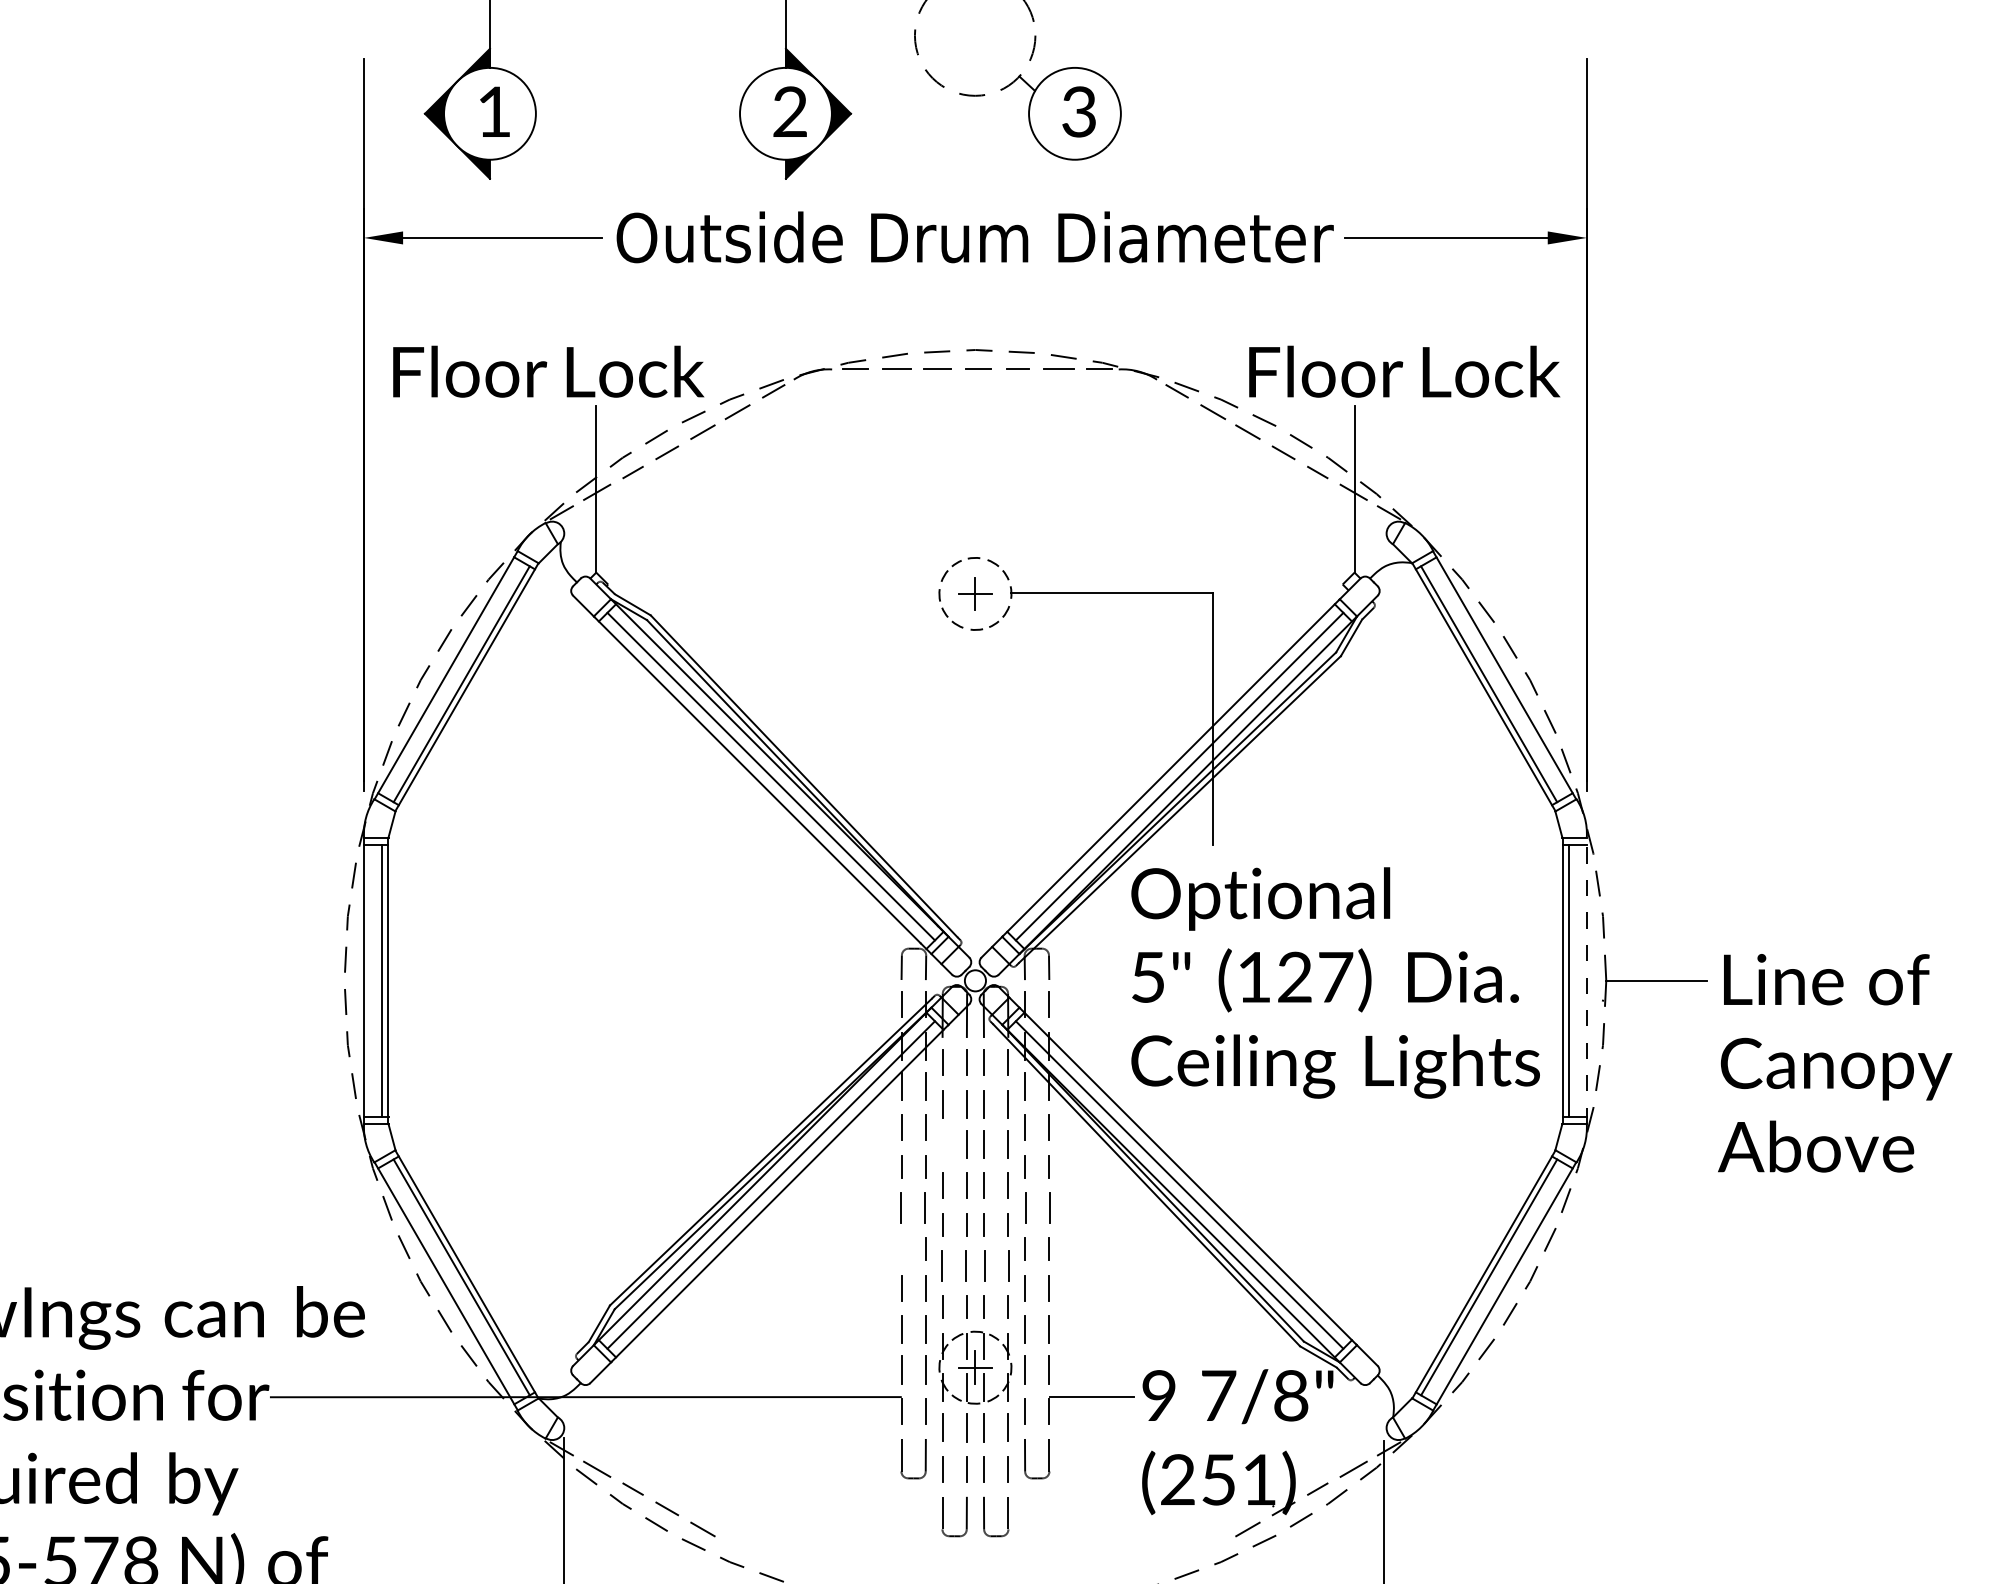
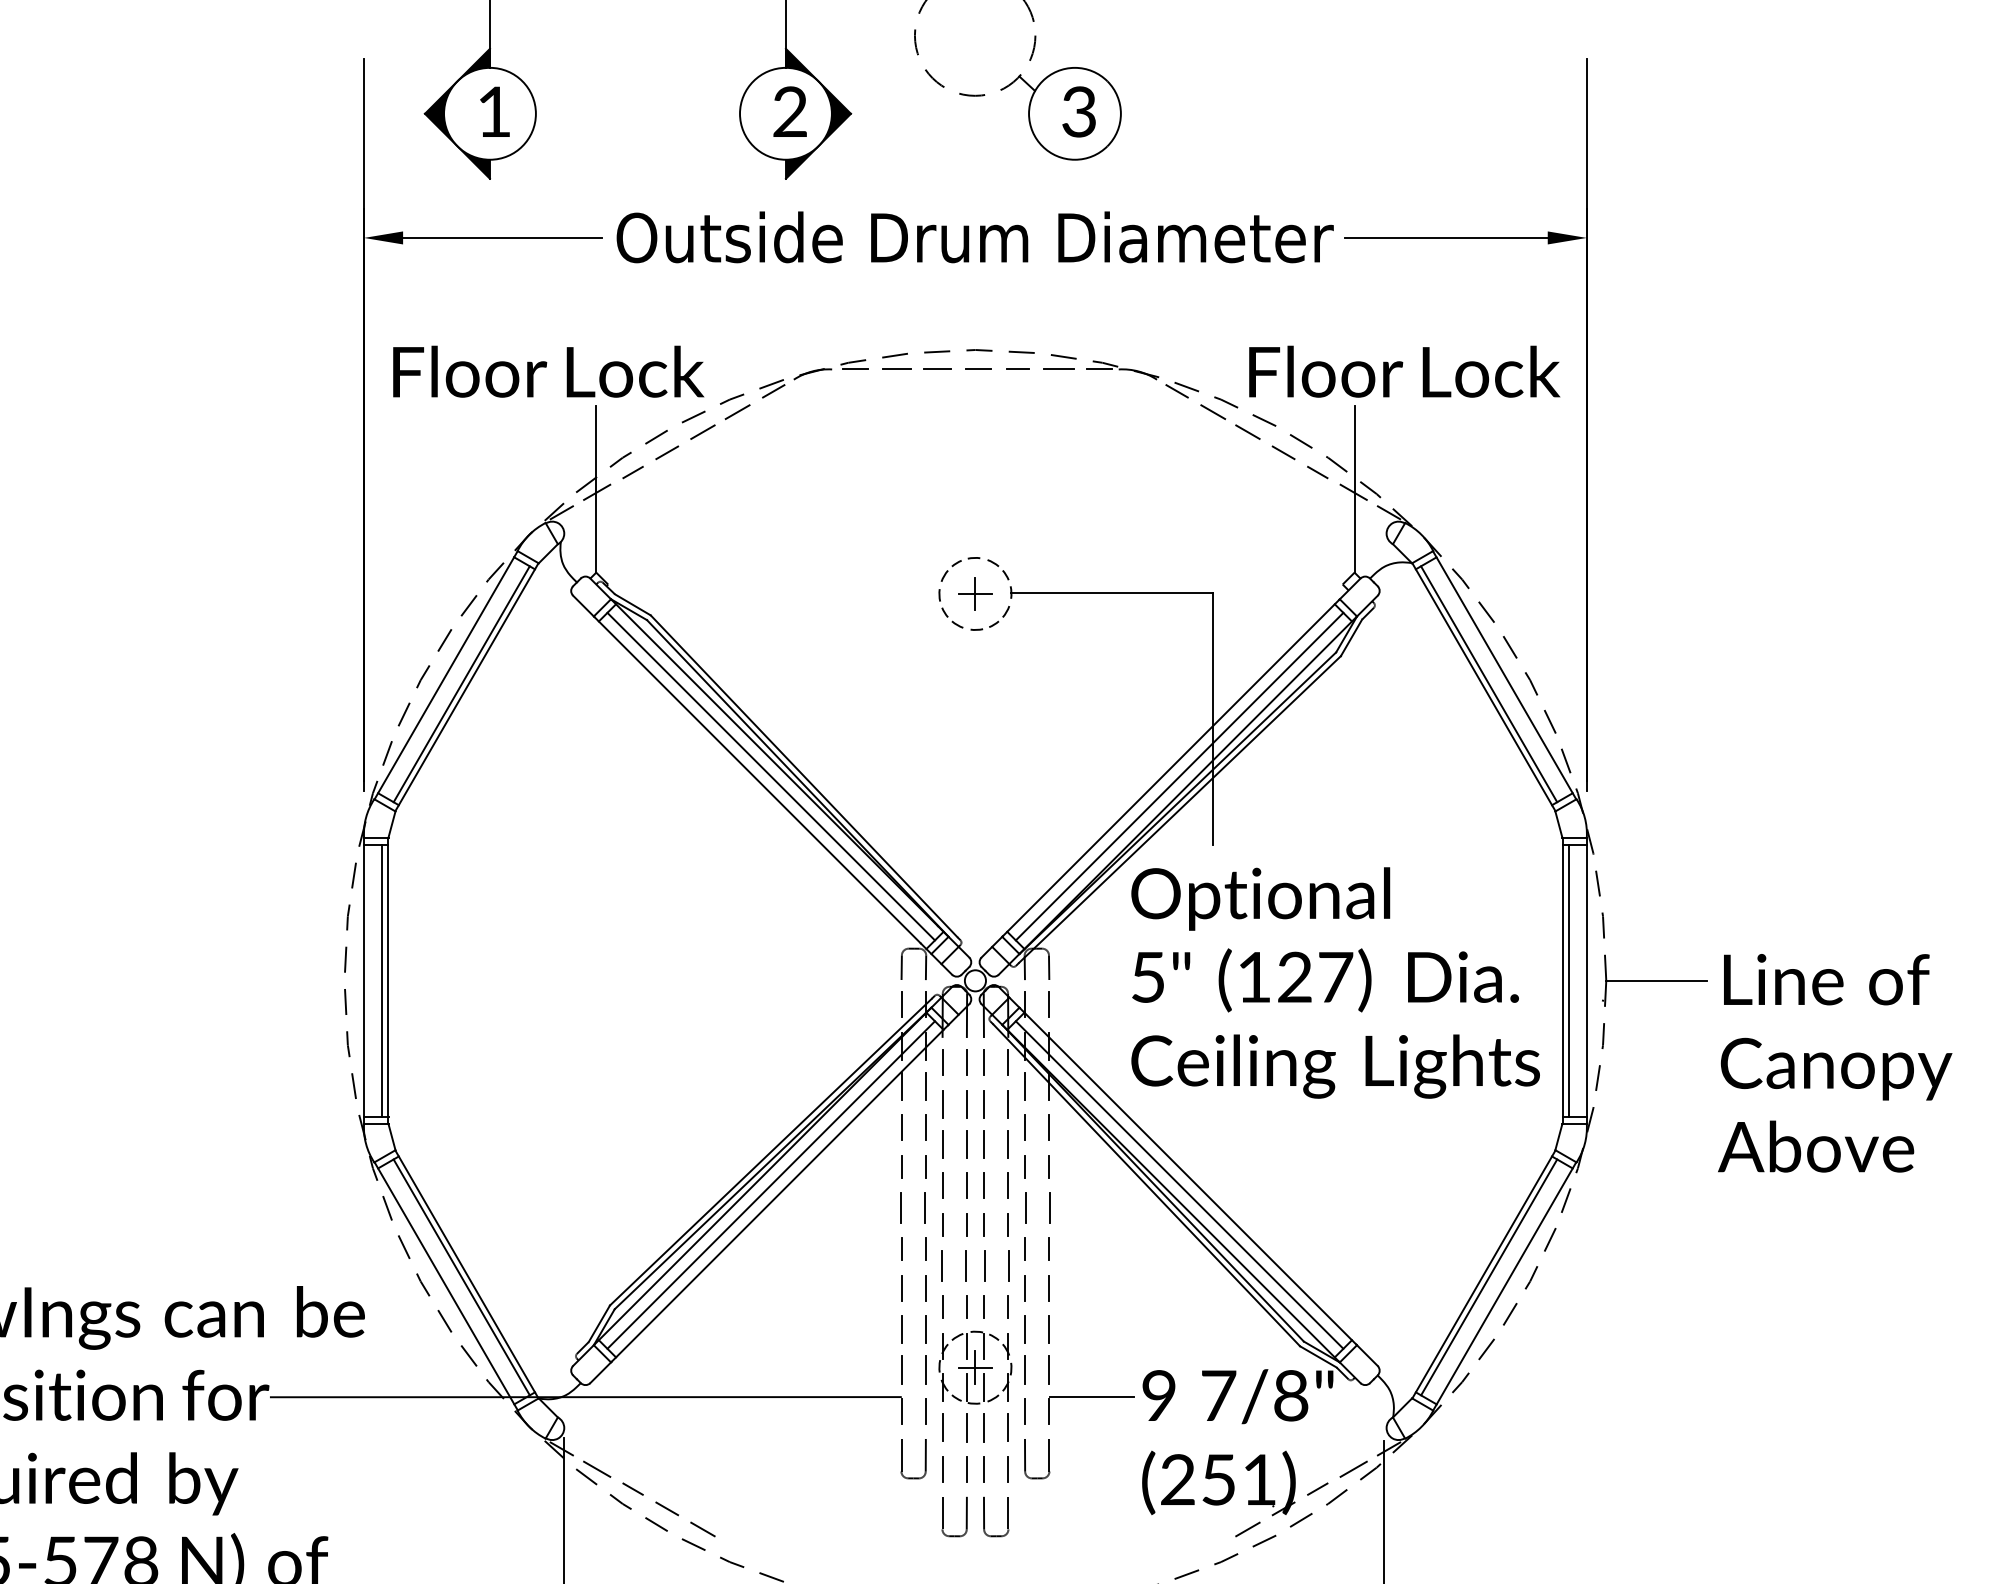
line at (1586, 980): dashed -> solid
line at (942, 1143): none -> present
line at (901, 1248): none -> present
